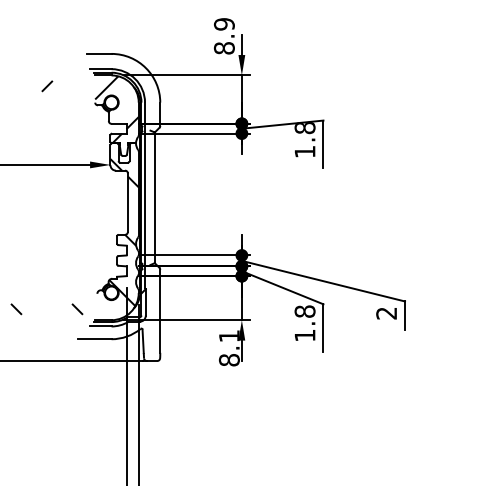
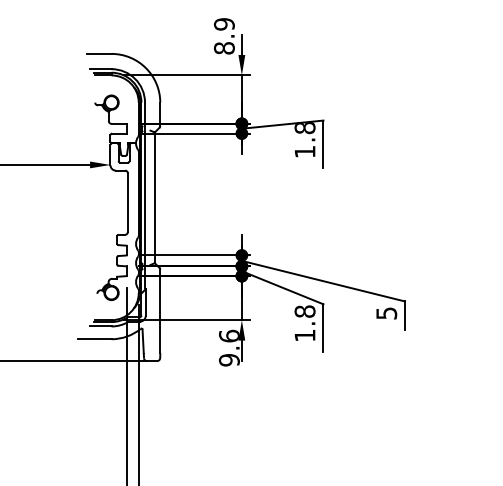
hatch at (89, 109): present -> none
hatch at (74, 236): present -> none
text at (386, 313): 2 -> 5
text at (228, 347): 8.1 -> 9.6
